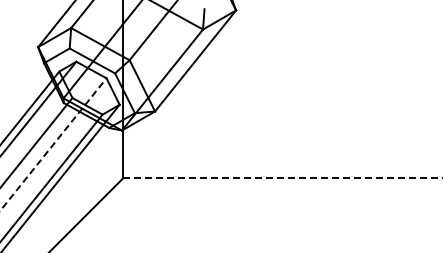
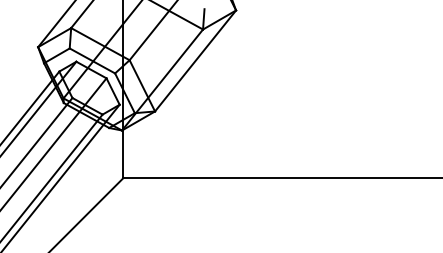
line at (53, 144): dashed -> solid
line at (283, 178): dashed -> solid
